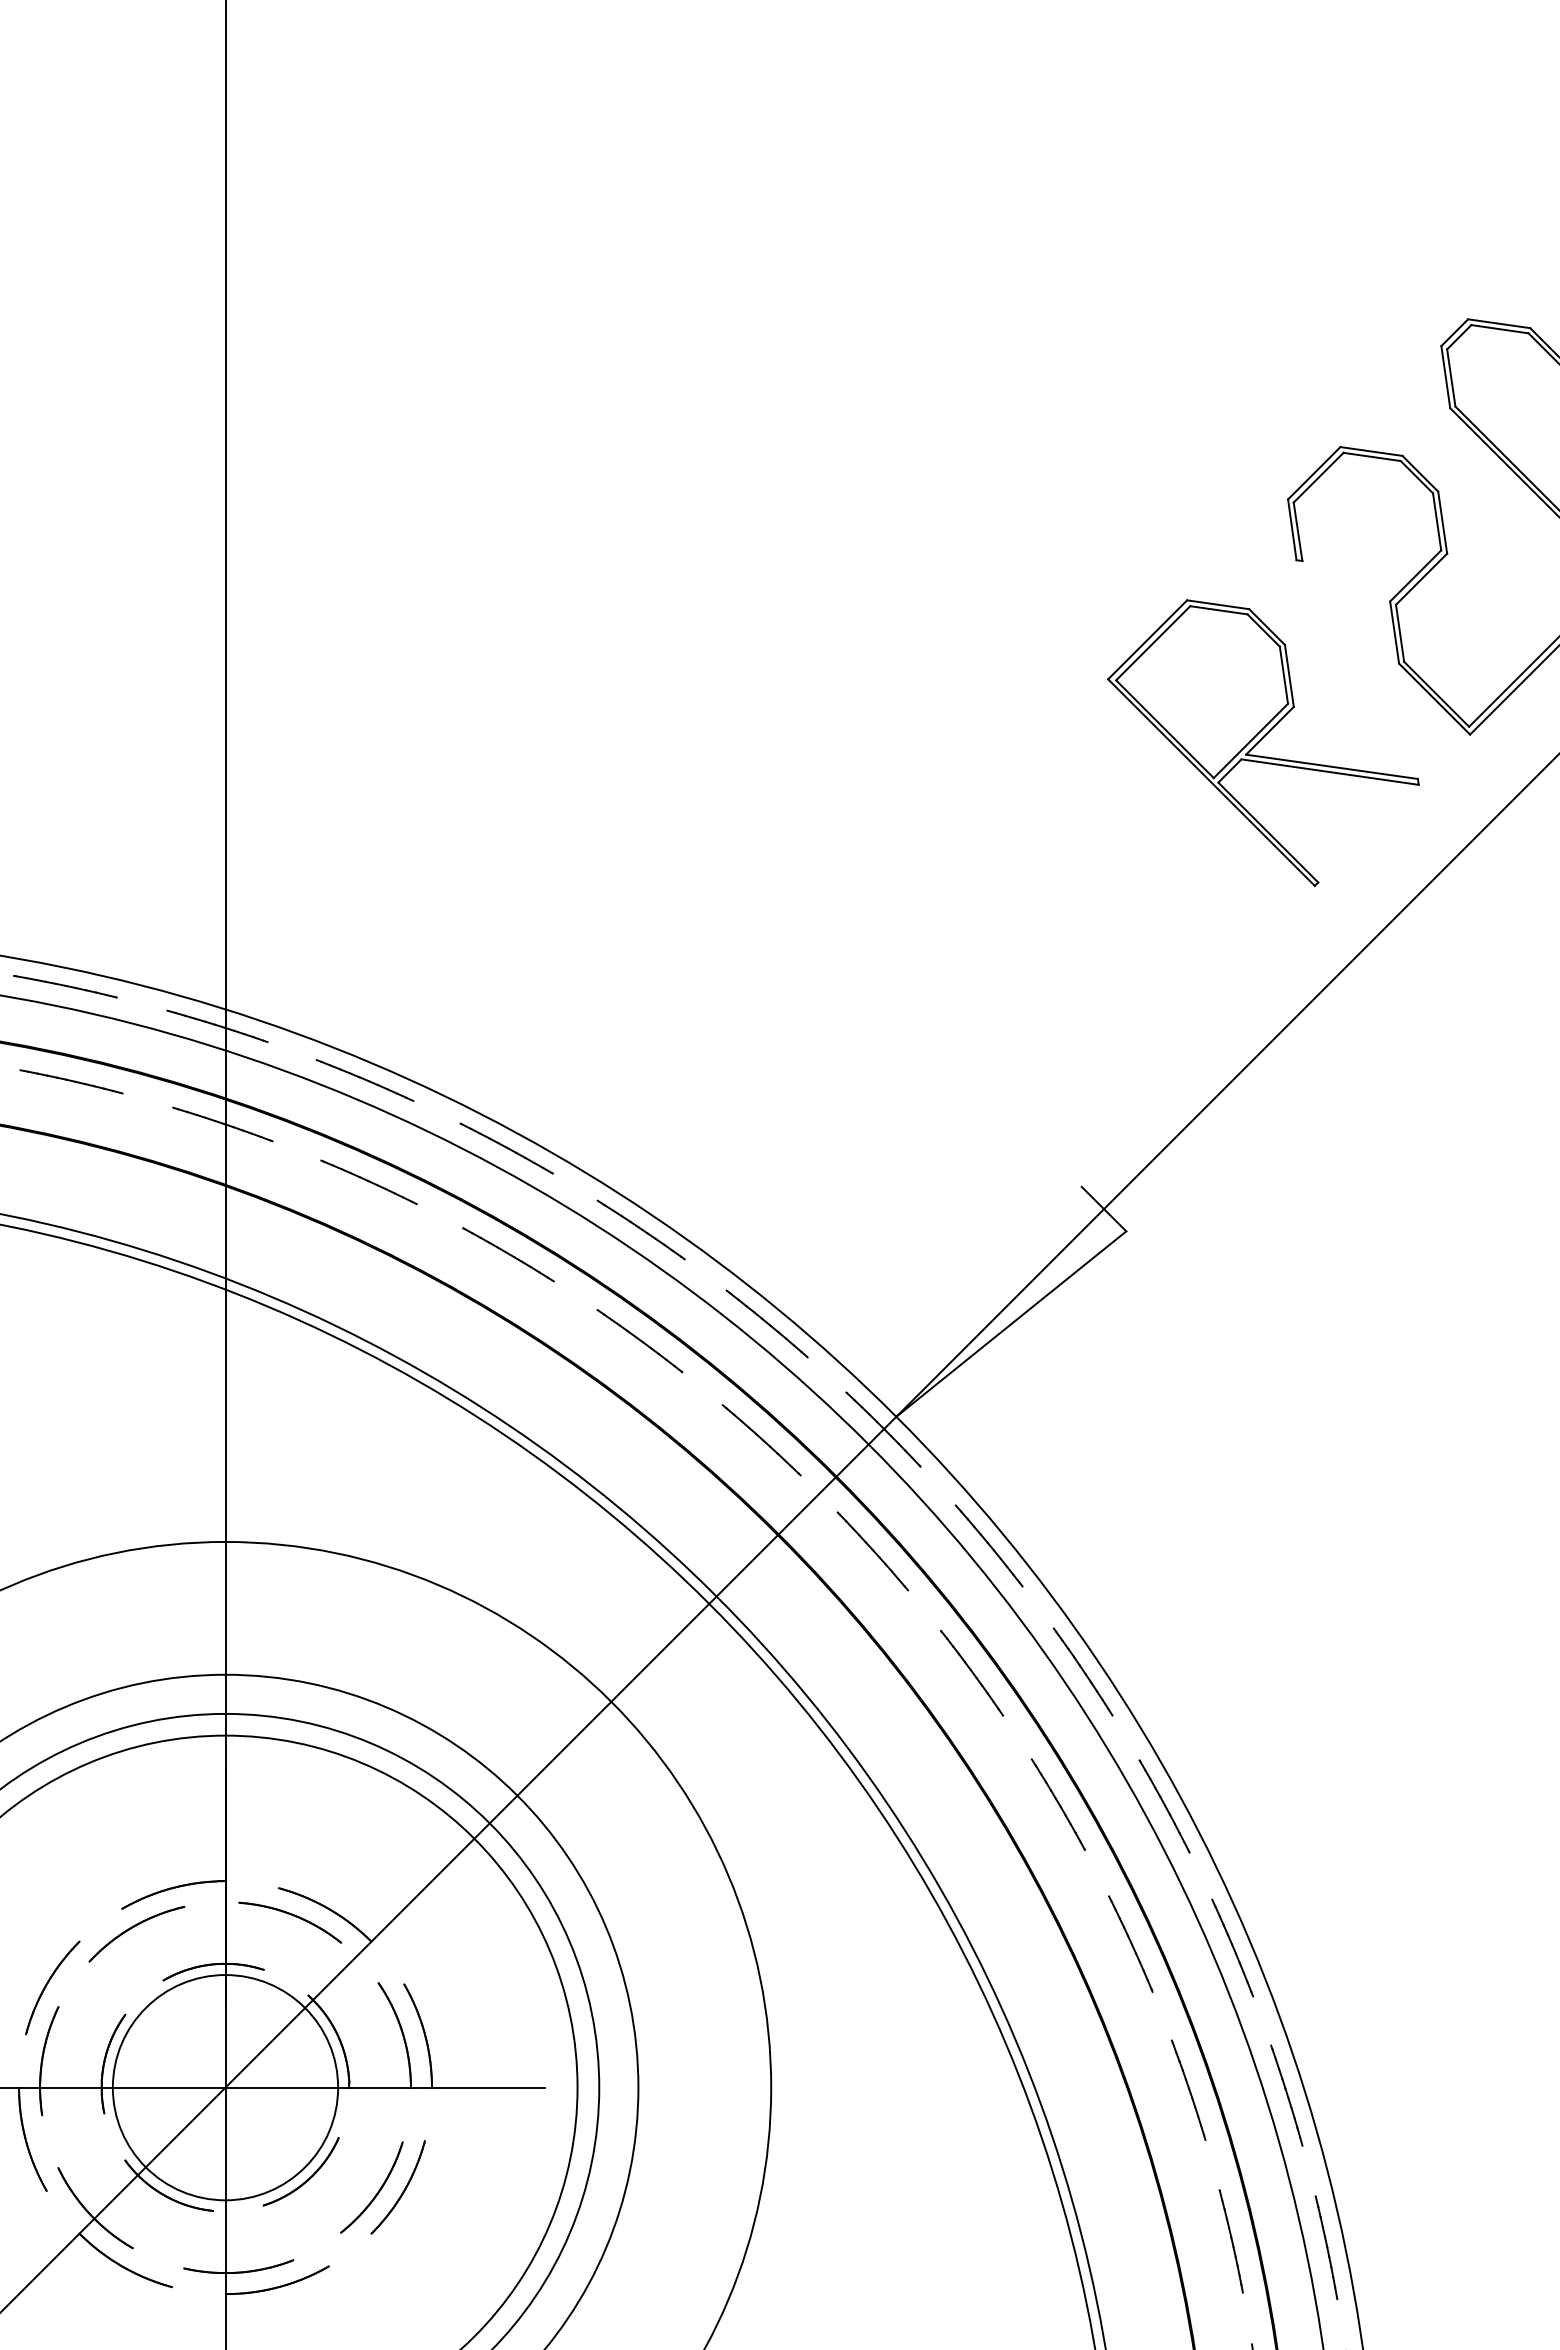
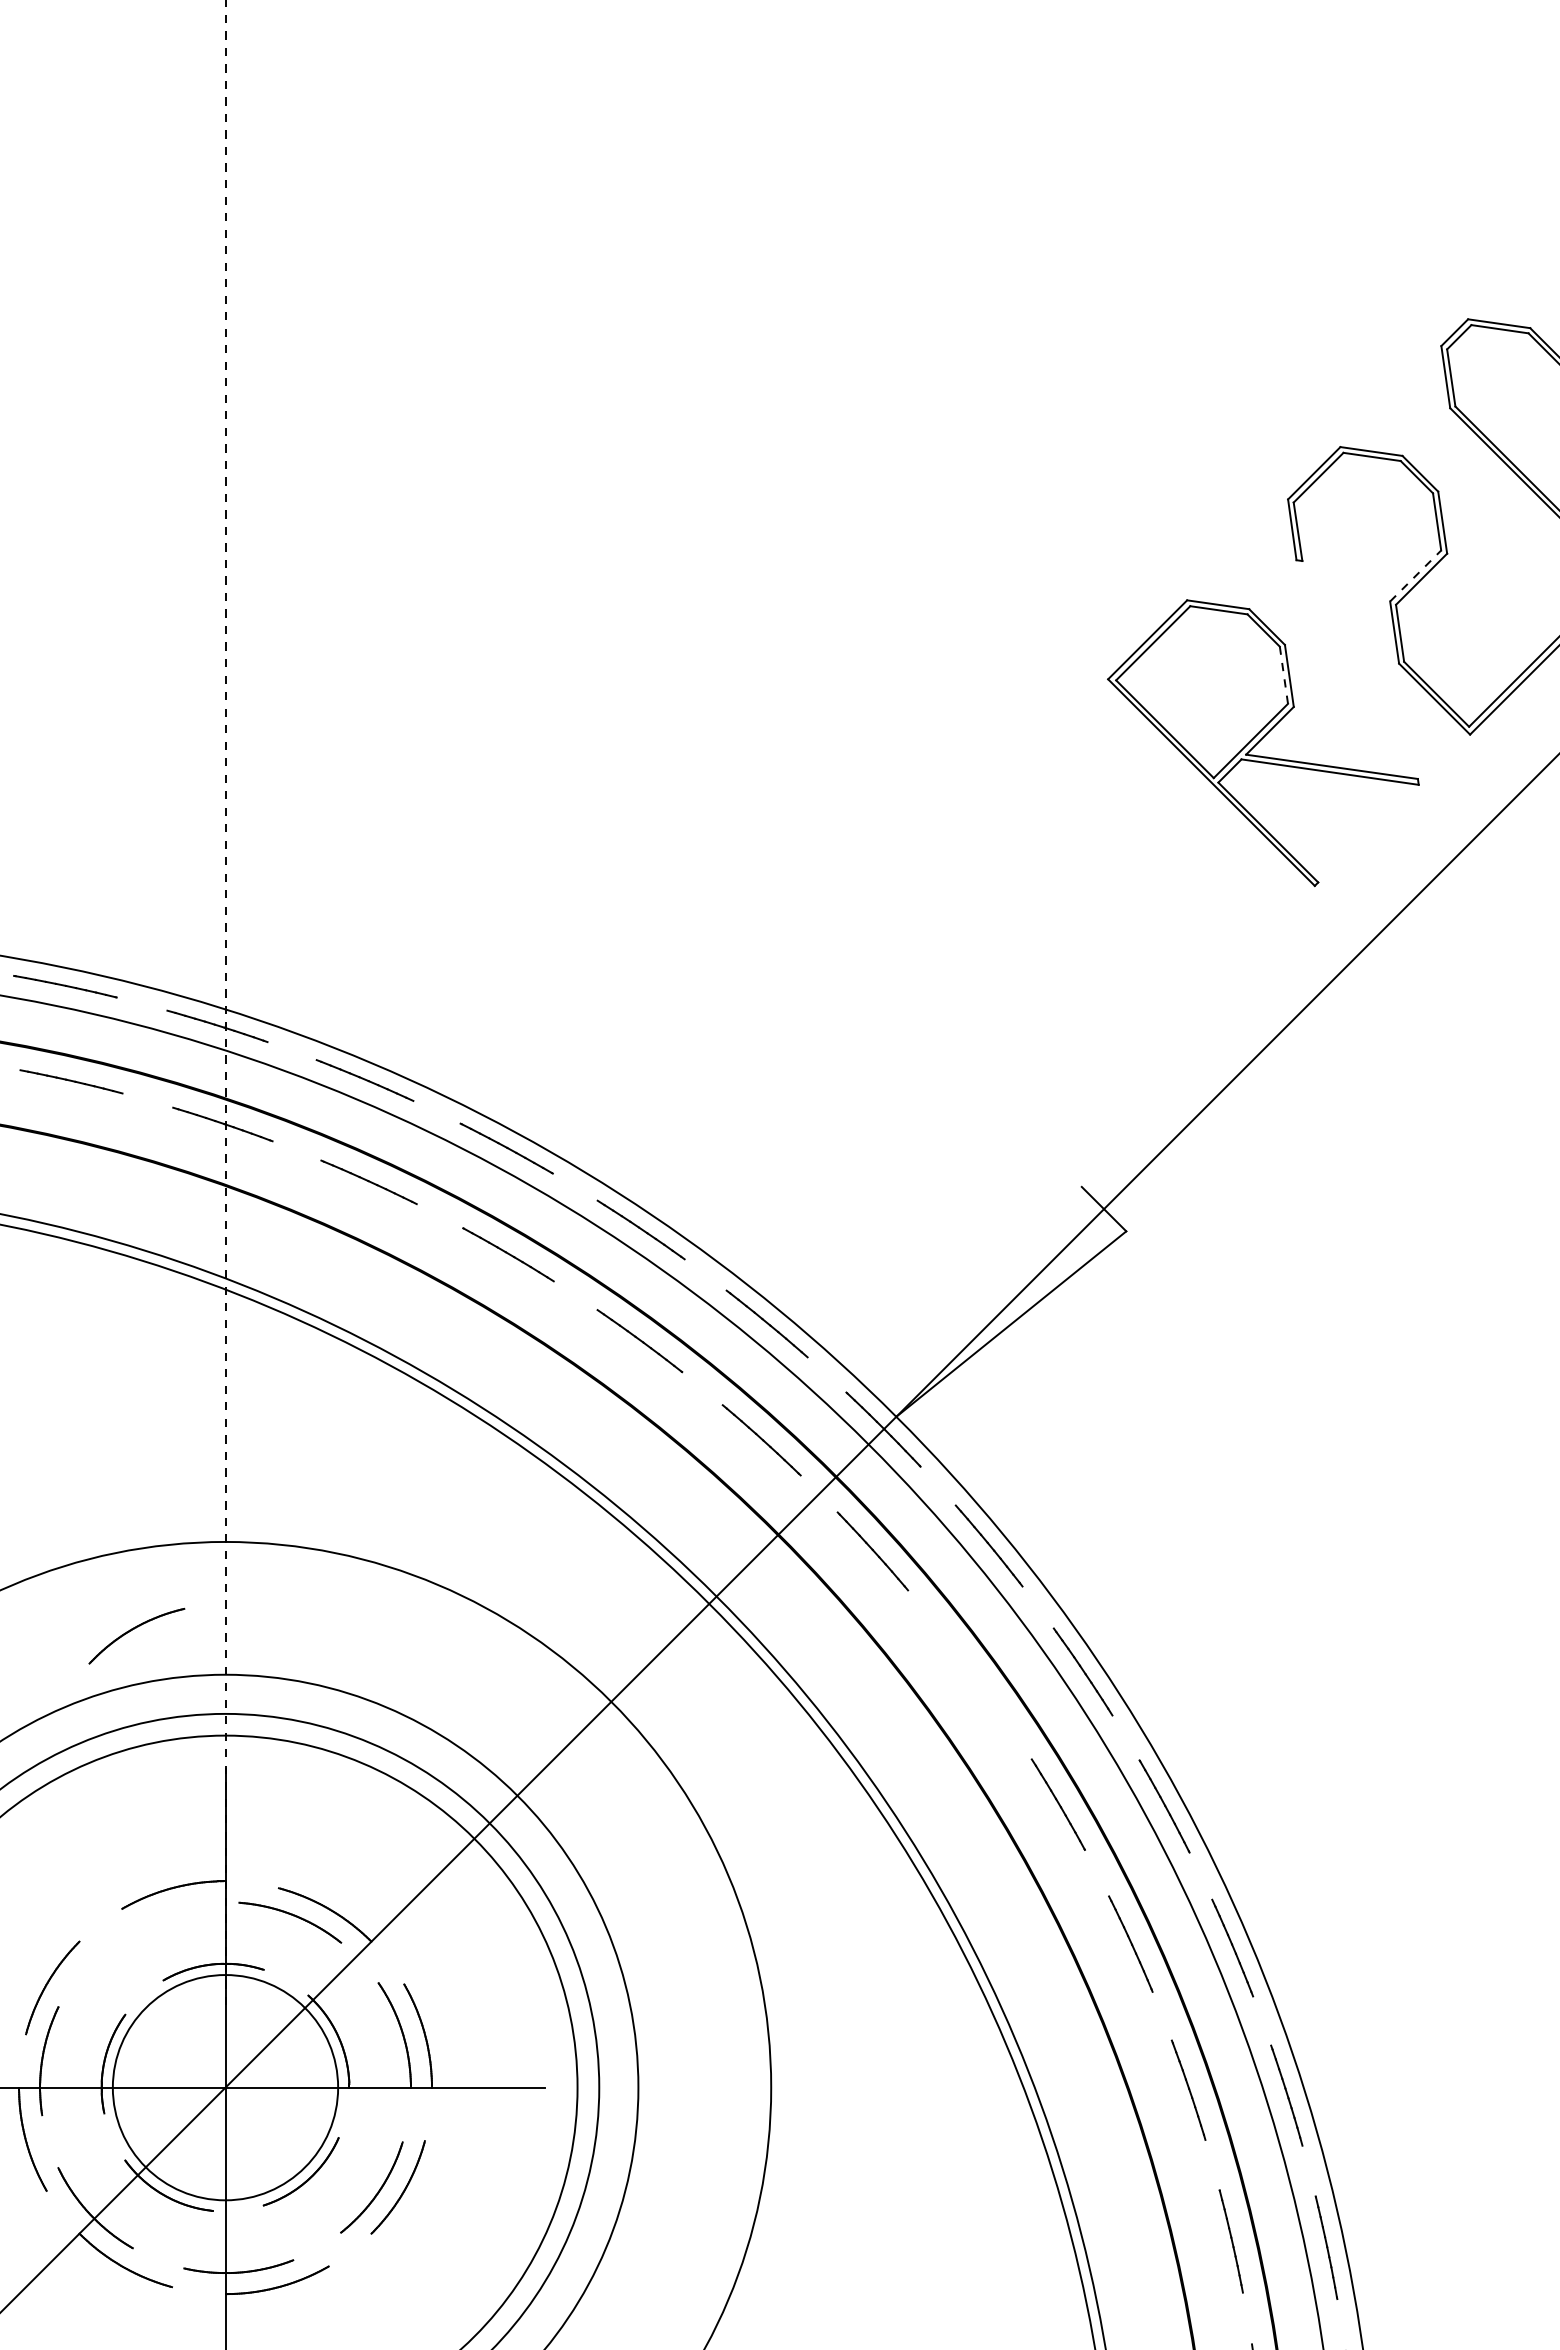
line at (1416, 575): solid -> dashed
line at (1283, 675): solid -> dashed
line at (225, 1002): solid -> dashed
part at (972, 1673): present -> none
part at (134, 1927) position: (134, 1927) -> (134, 1629)
